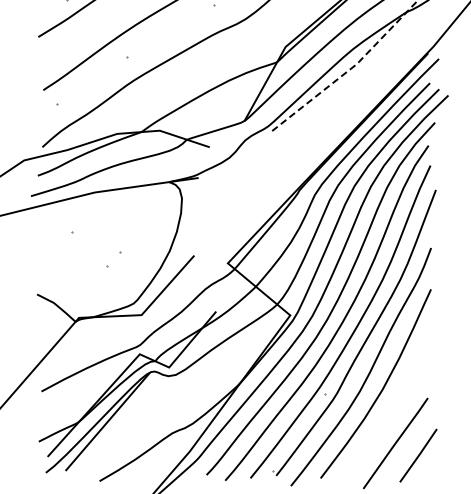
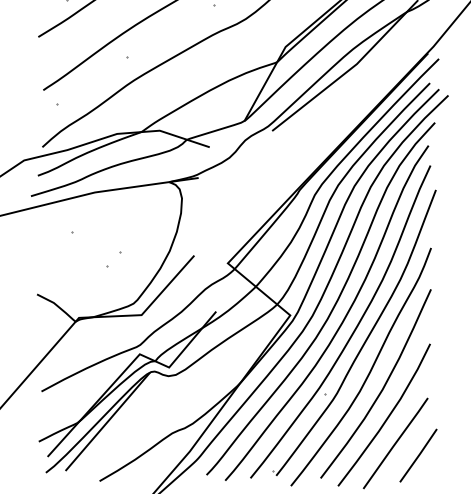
line at (349, 69): dashed -> solid
curve at (387, 416): none -> present
